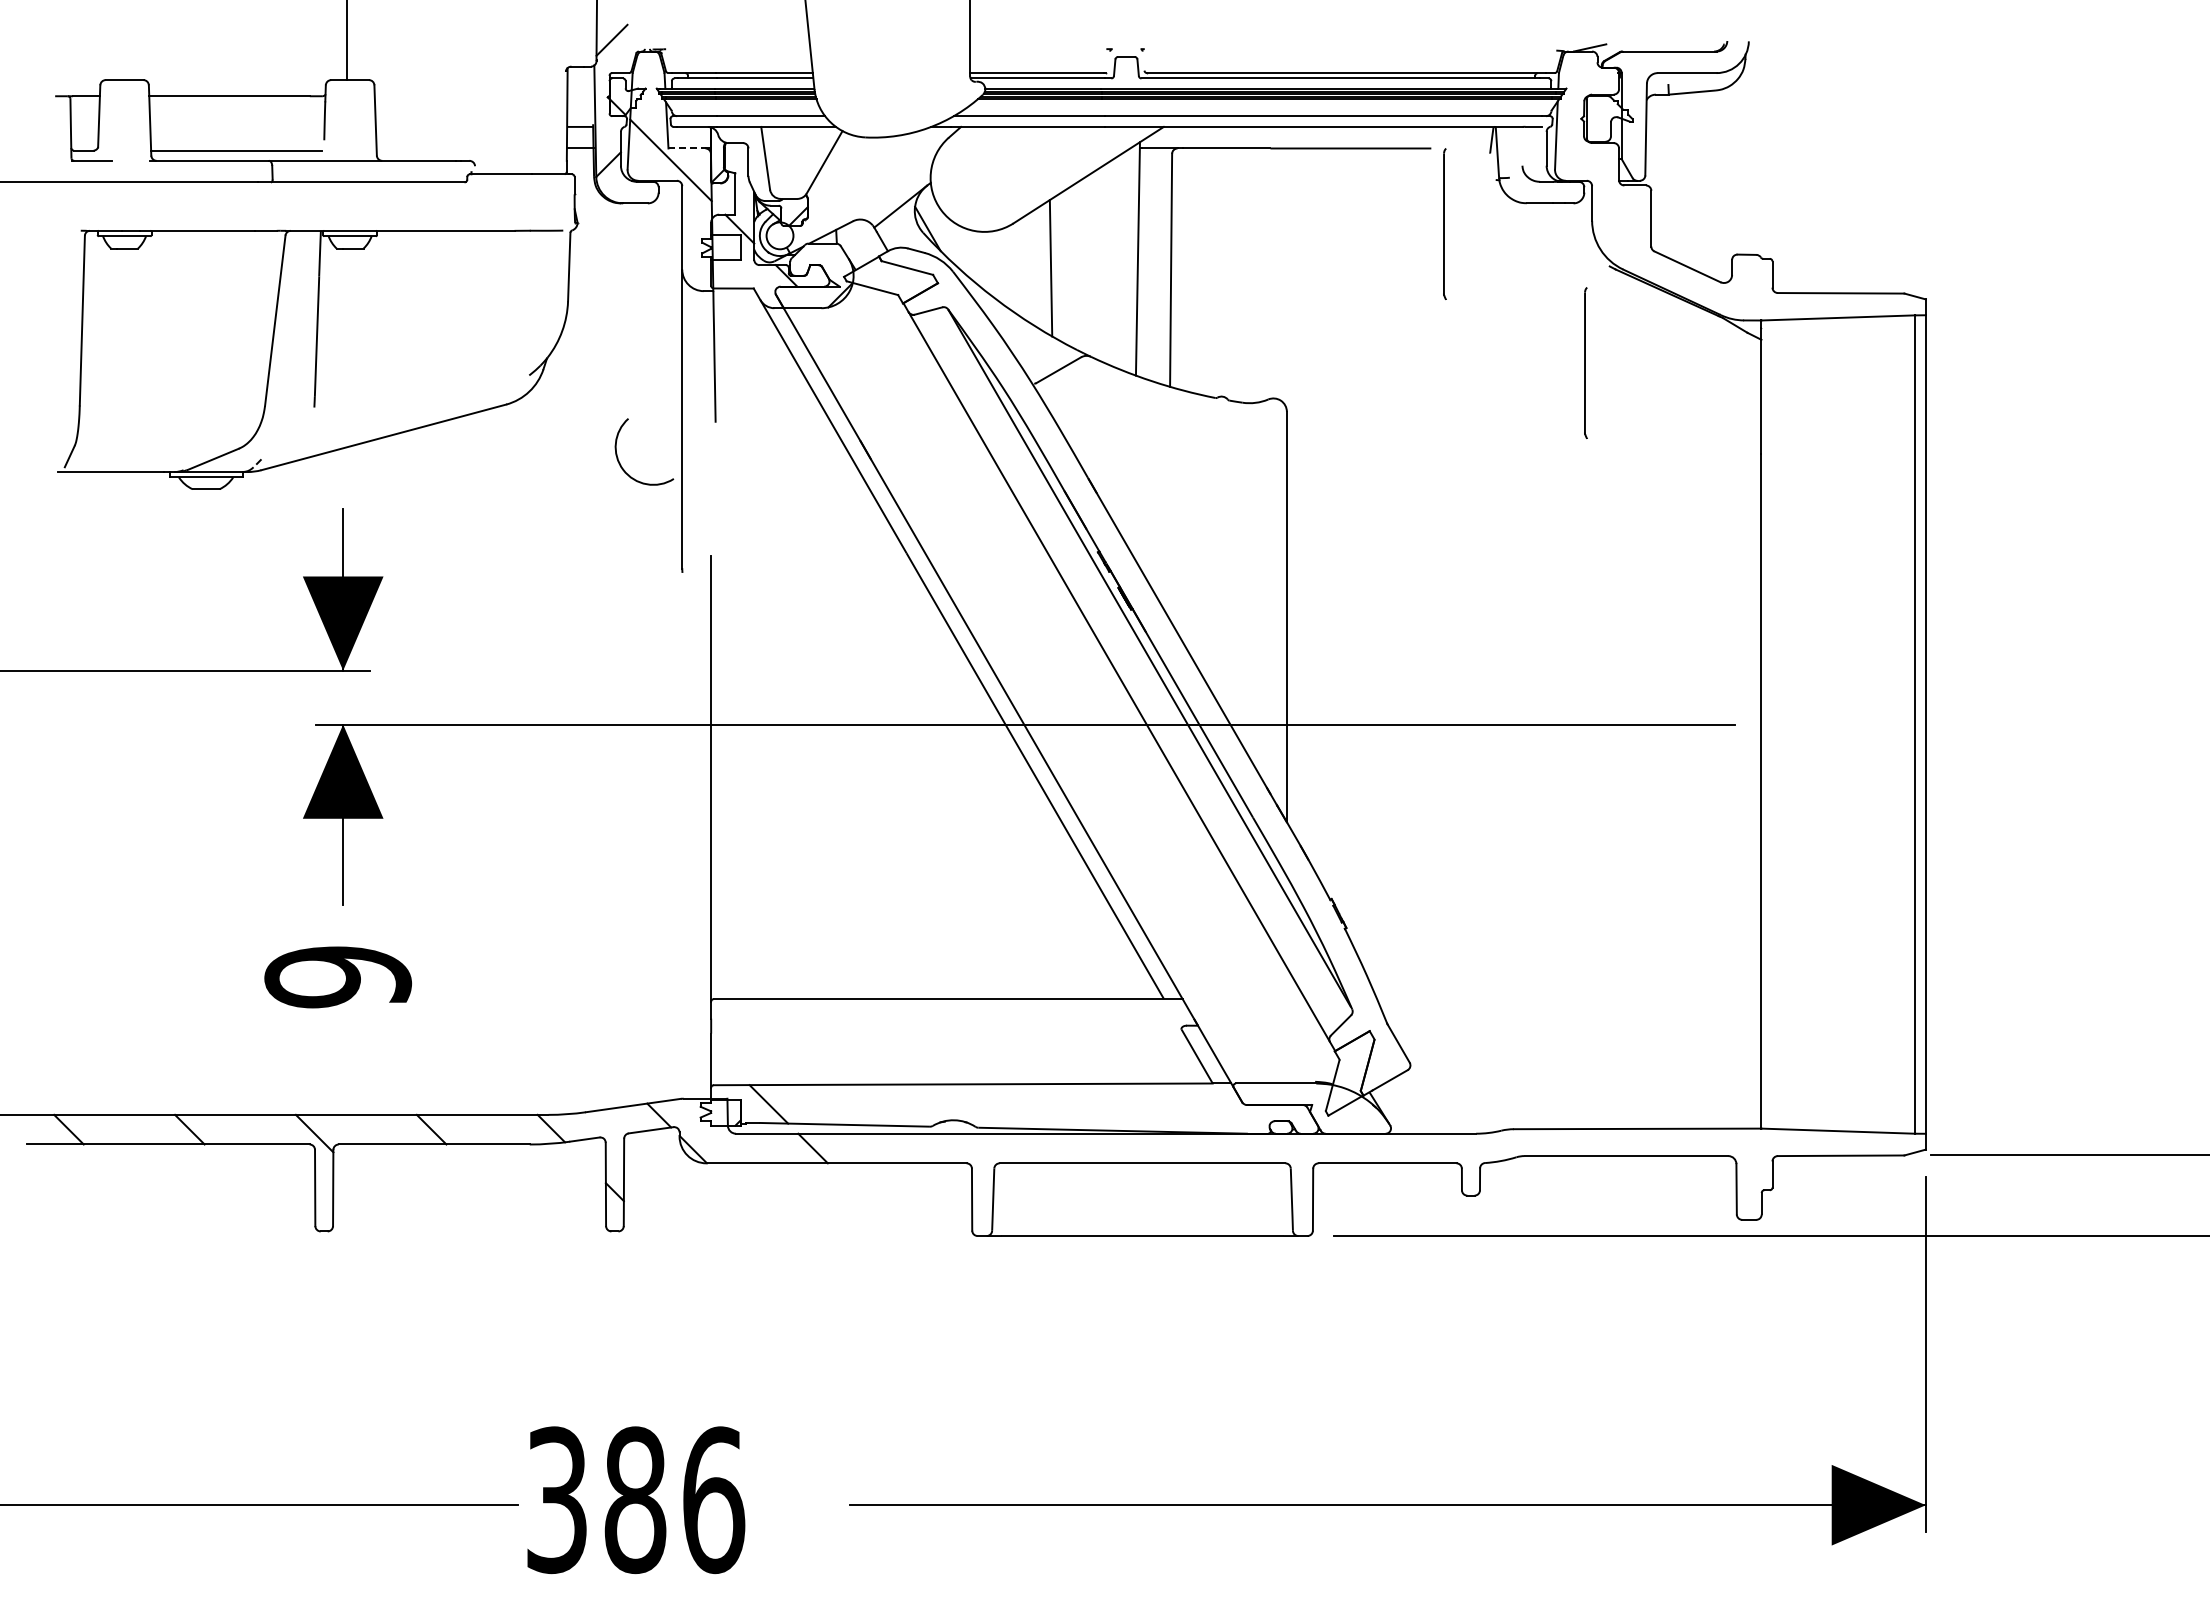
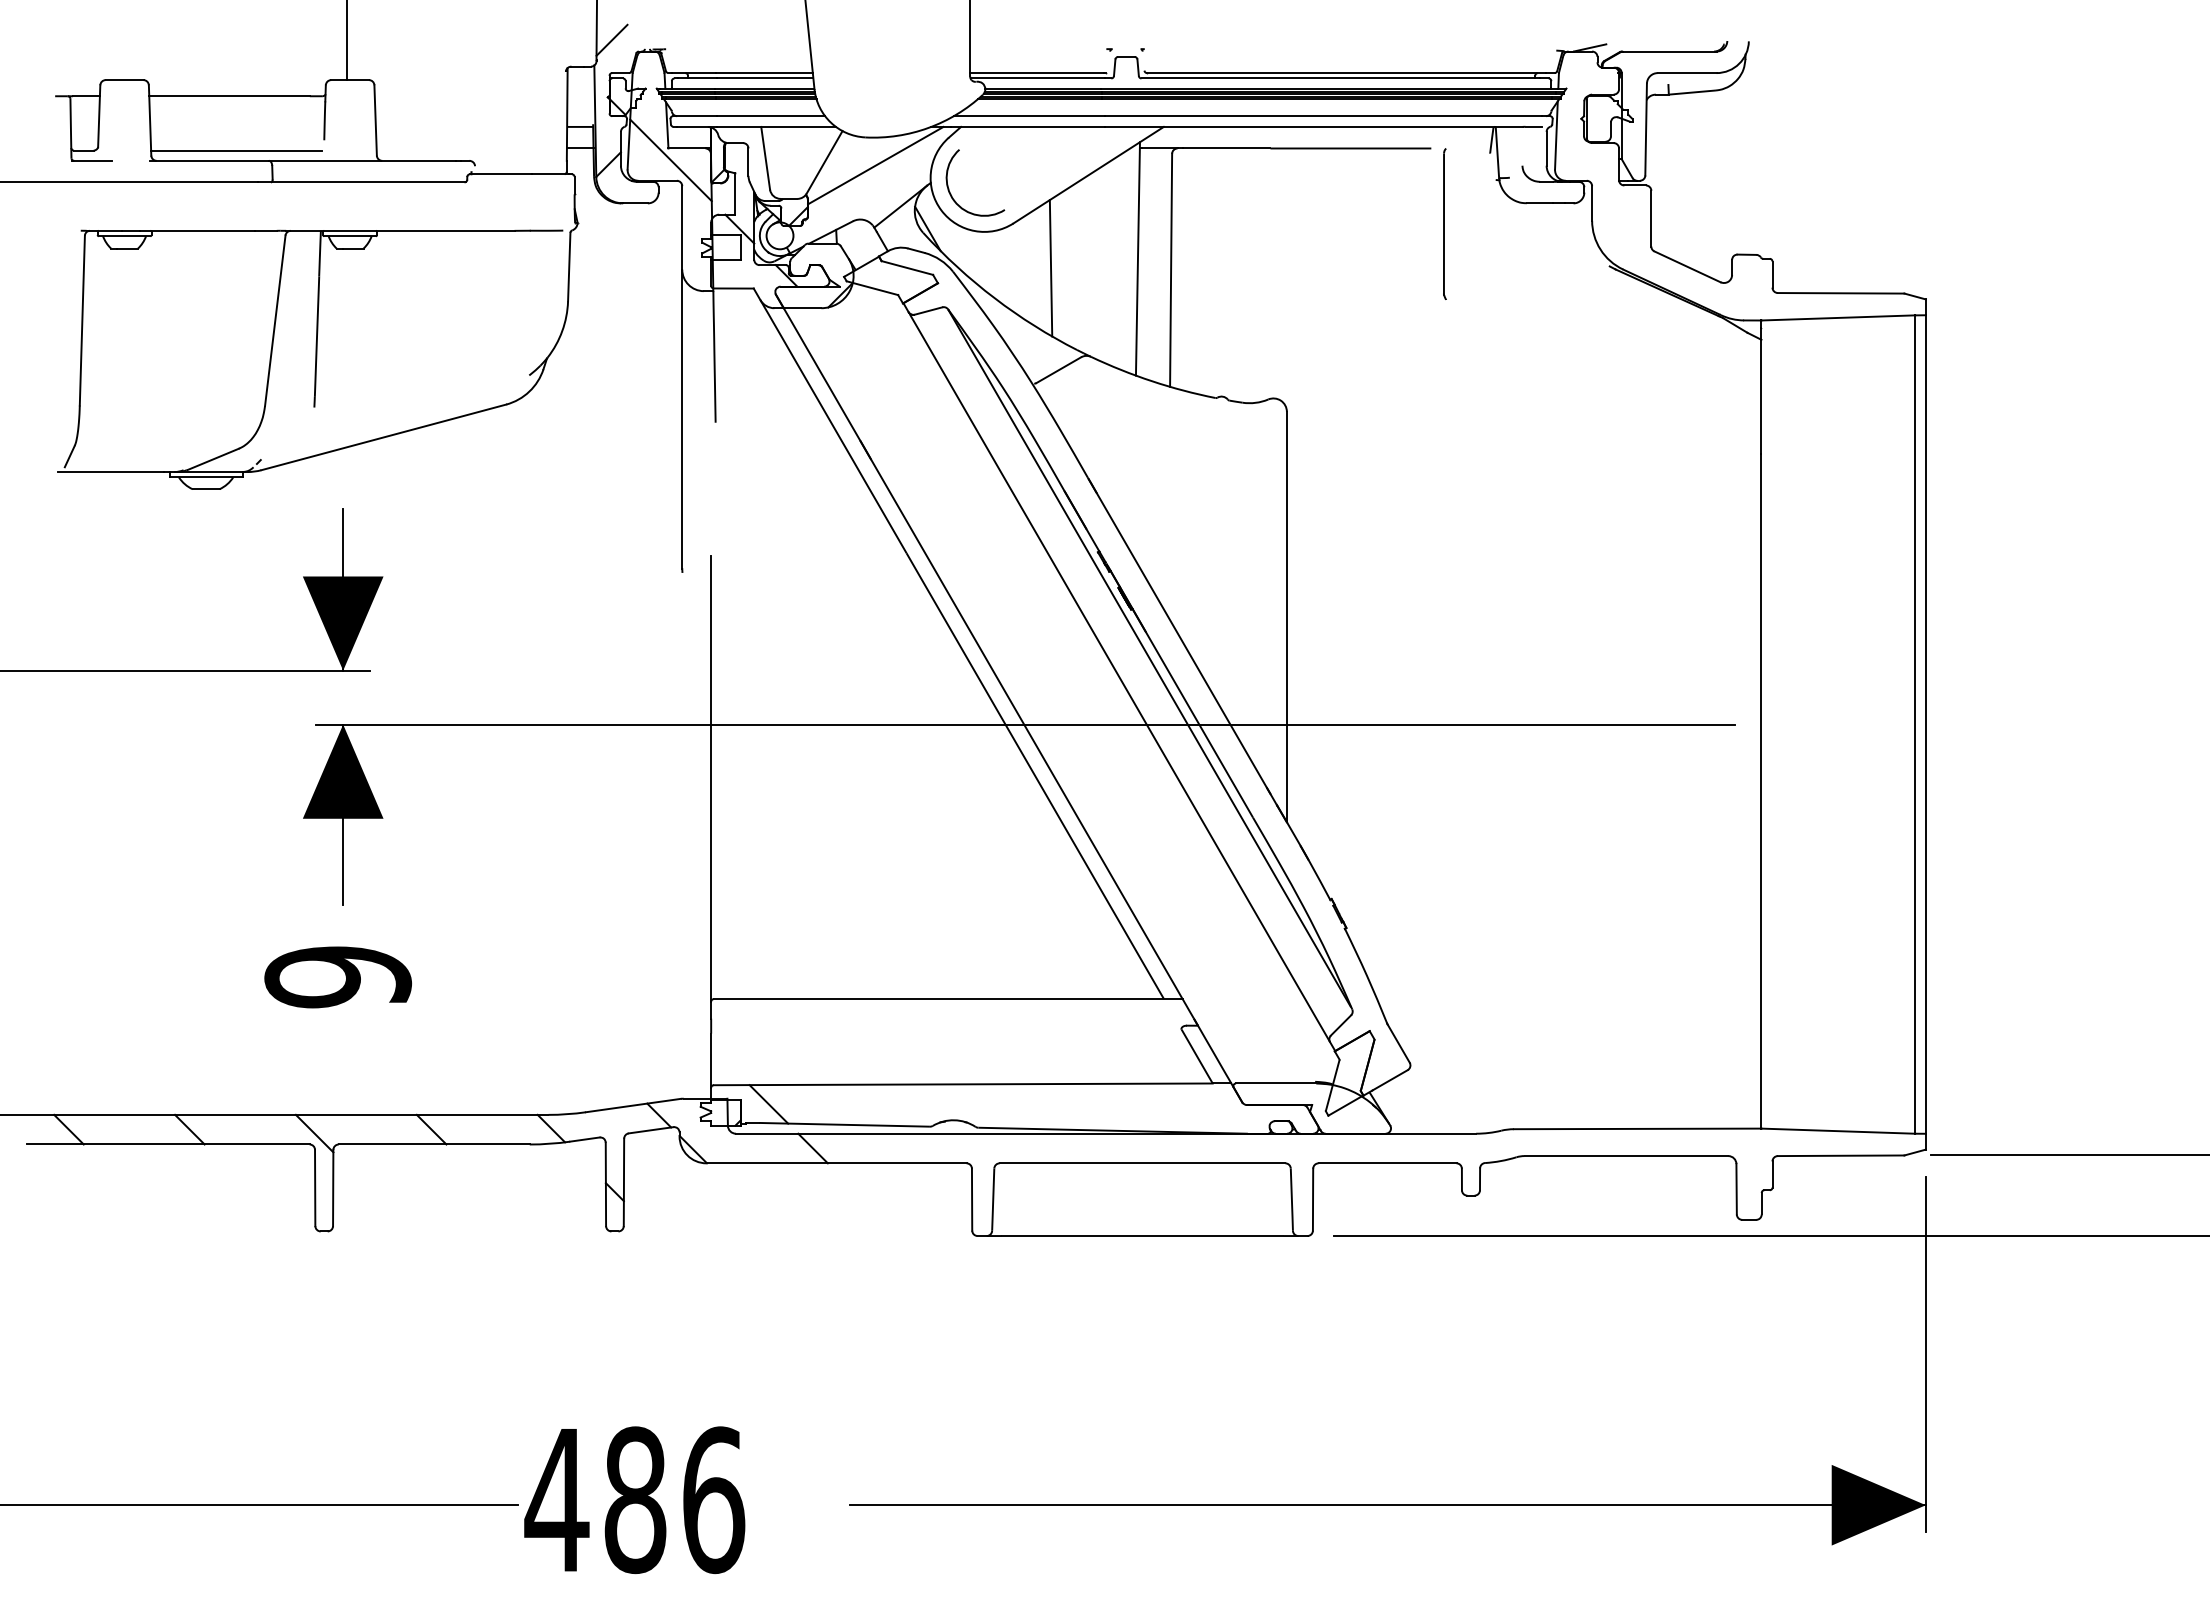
line at (687, 148): dashed -> solid
line at (875, 165): none -> present
part at (1585, 362): present -> none
arc at (620, 462) position: (620, 462) -> (951, 193)
text at (556, 1500): 386 -> 486
